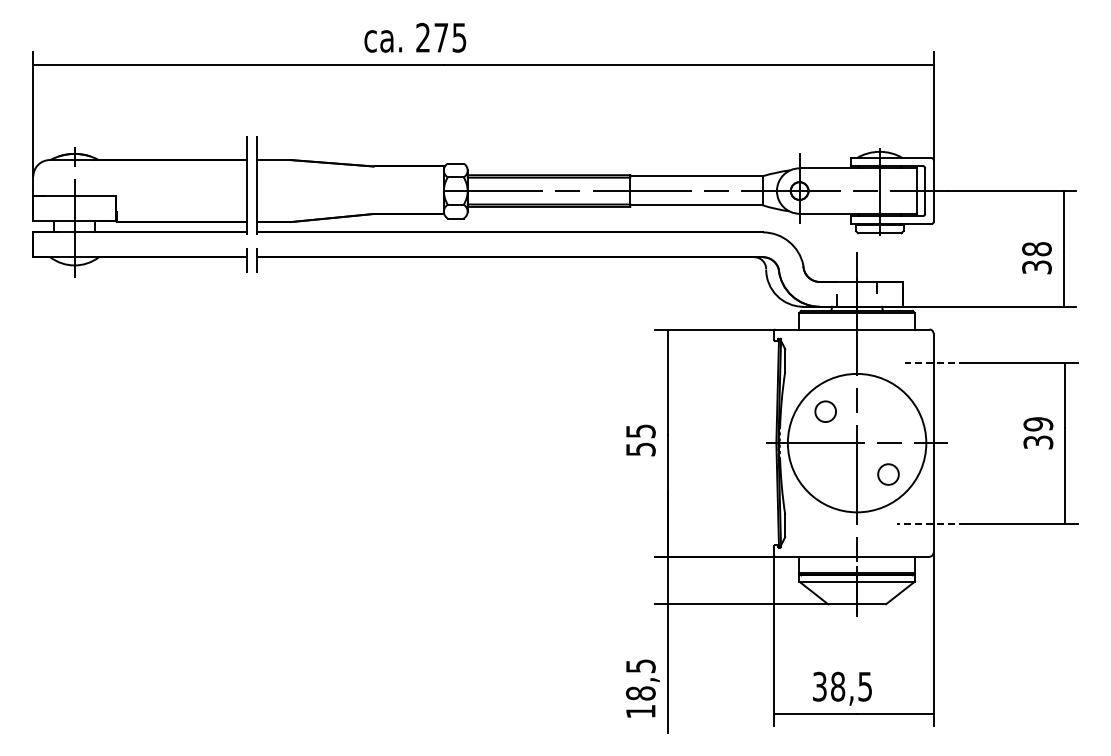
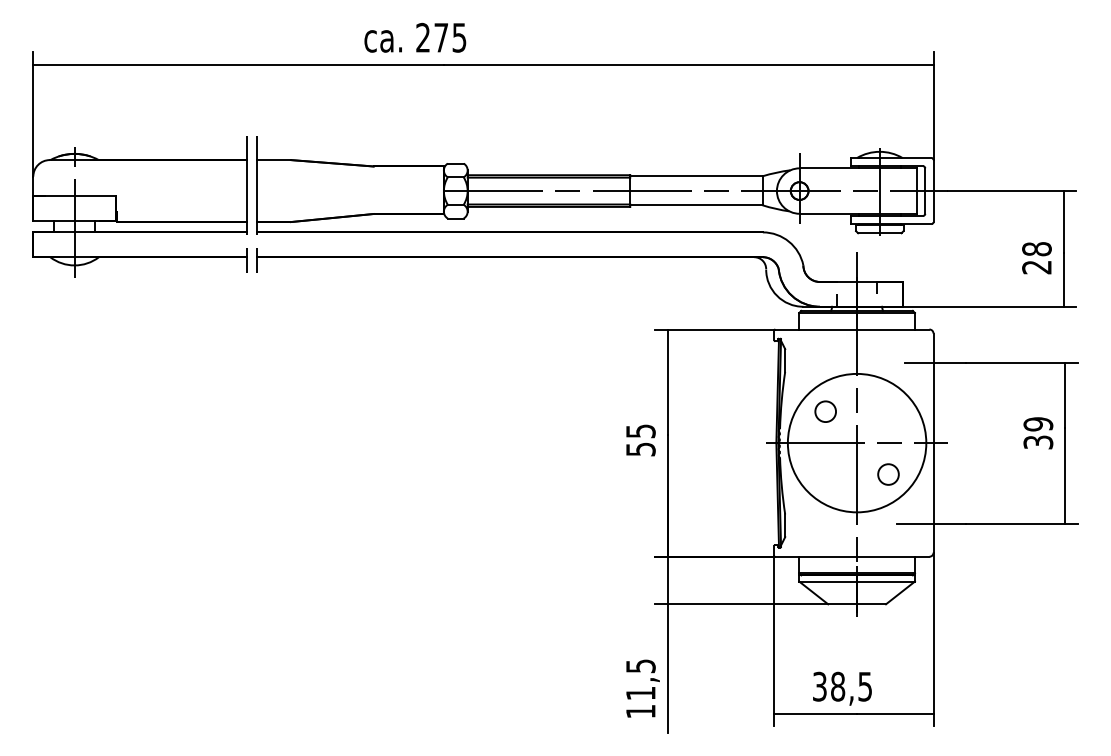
text at (1036, 267): 38 -> 28
line at (935, 362): dashed -> solid
line at (931, 523): dashed -> solid
text at (640, 693): 18,5 -> 11,5
